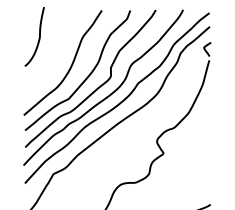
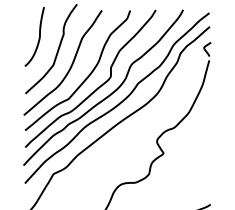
curve at (56, 52): none -> present
